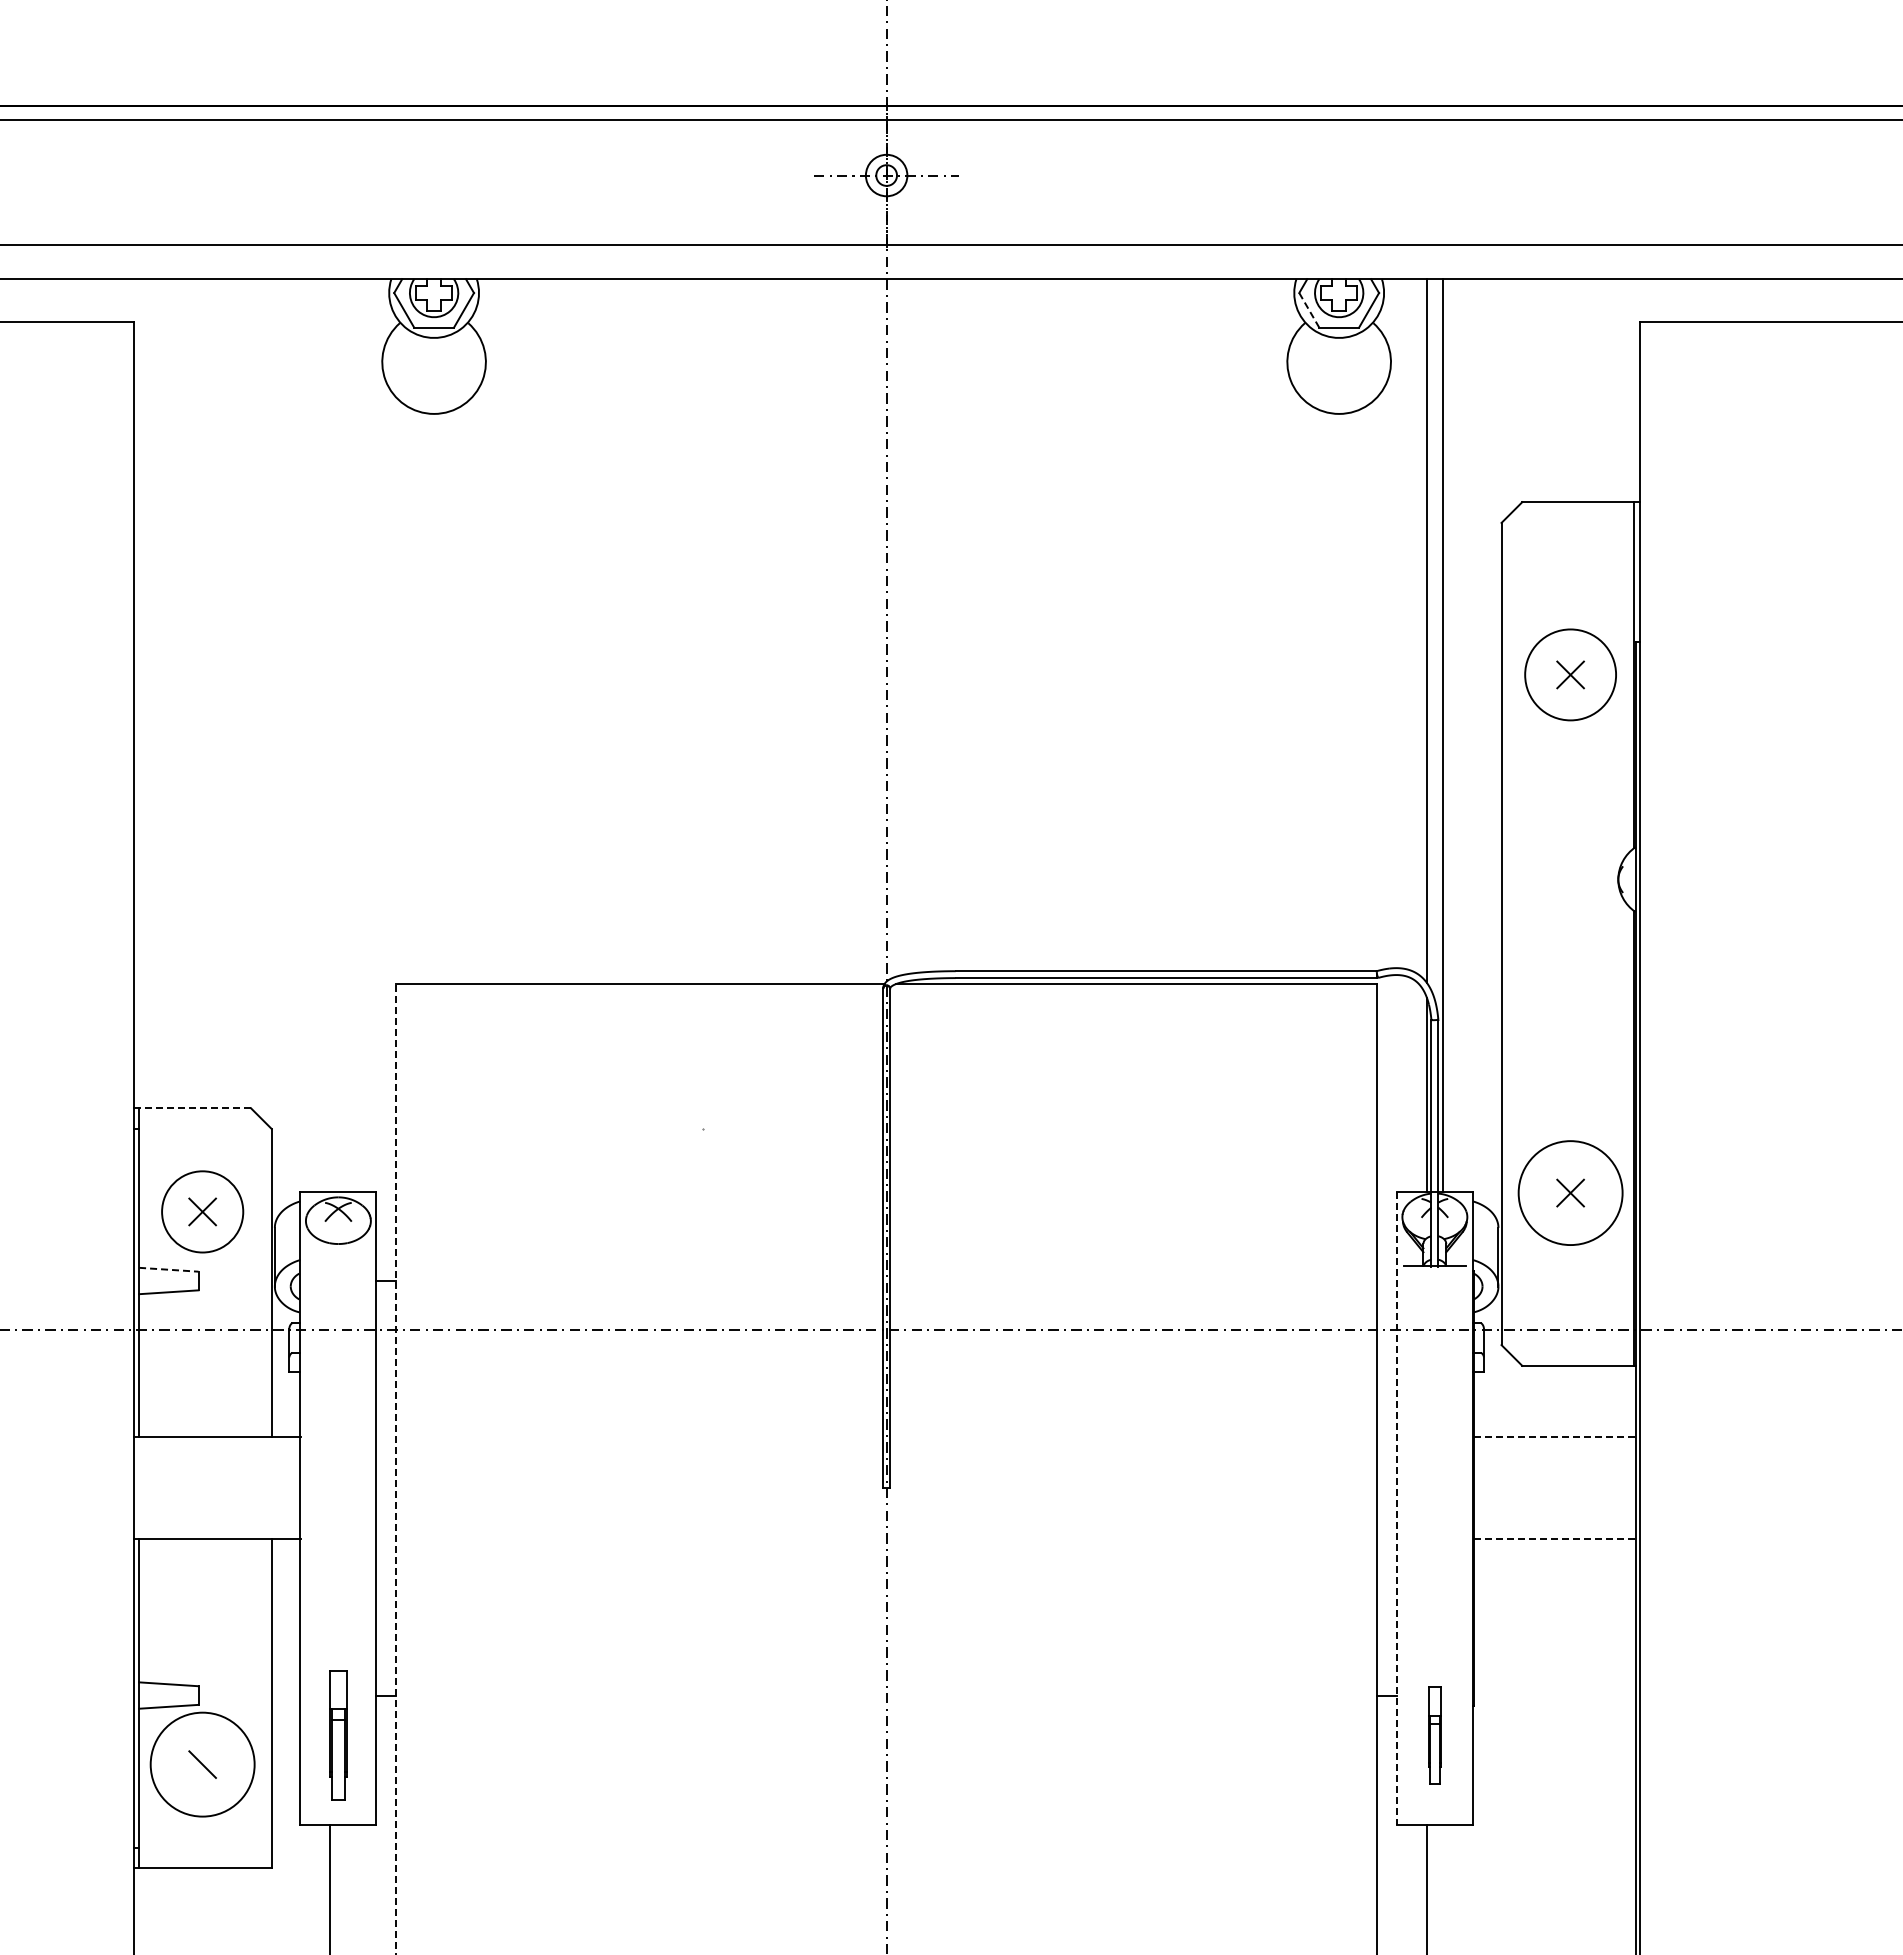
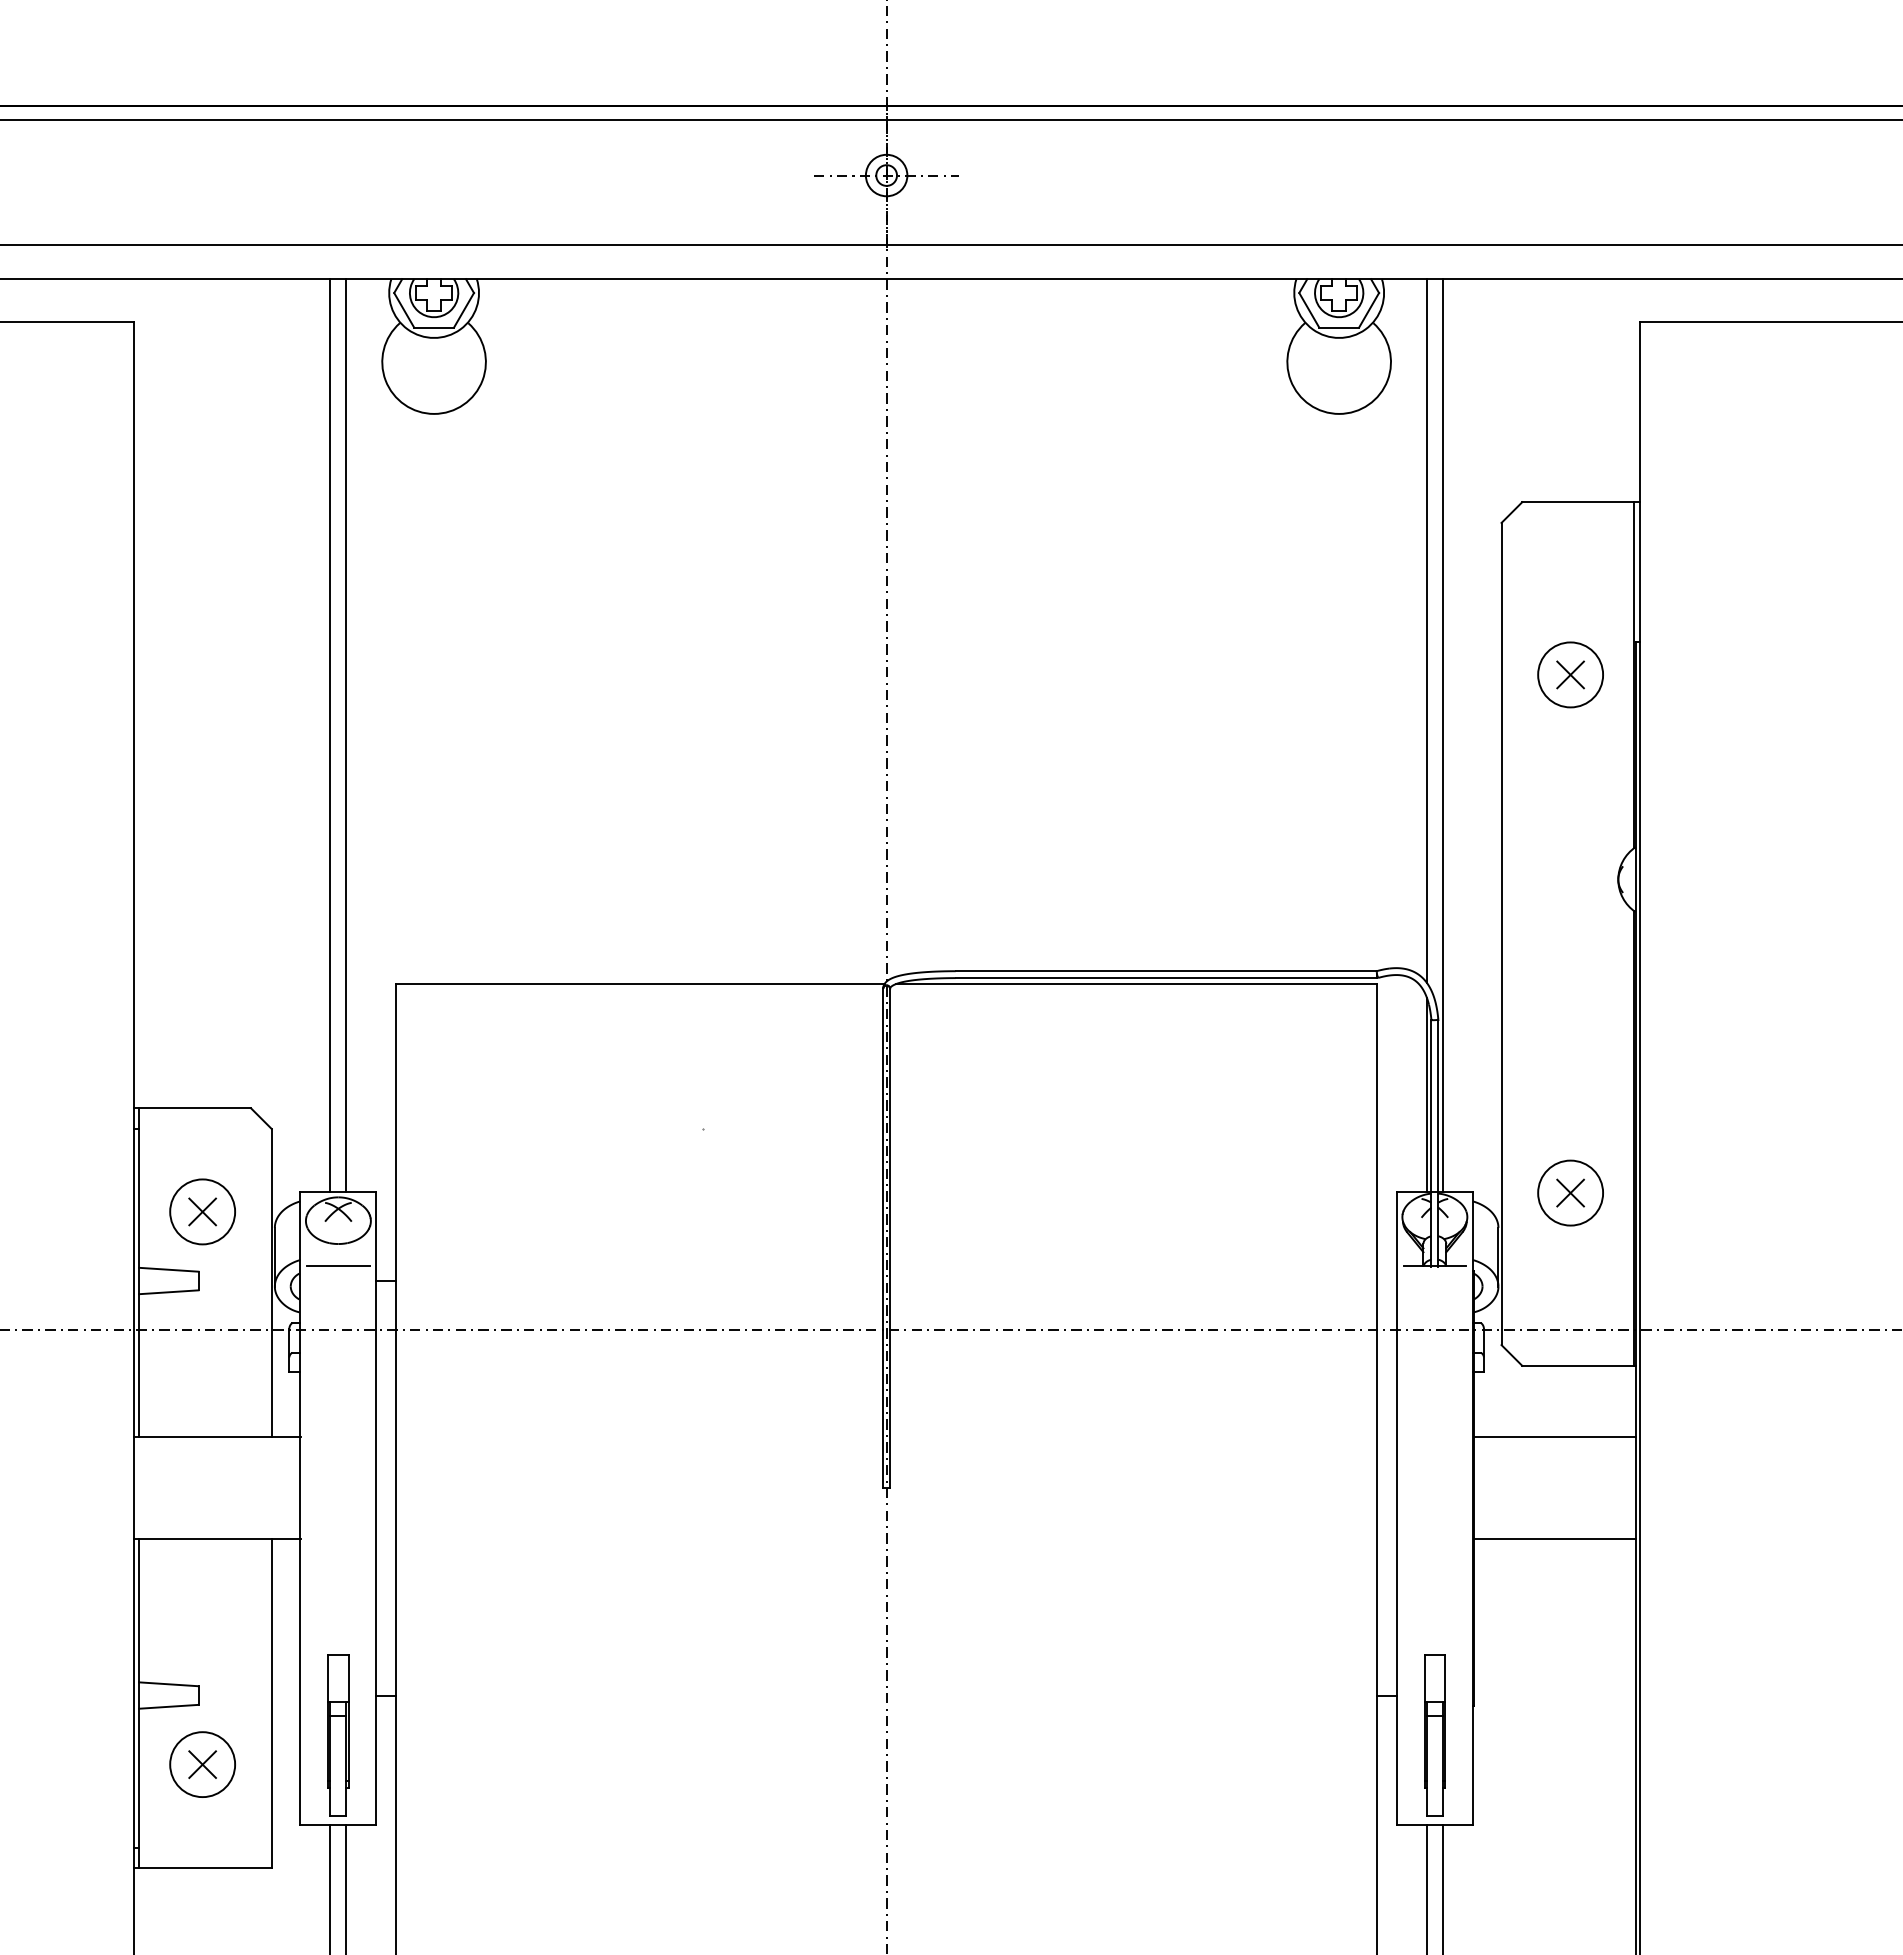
line at (1309, 310): dashed -> solid
circle at (1570, 674) diameter: 91 px -> 65 px
line at (330, 735): none -> present
line at (346, 735): none -> present
line at (195, 1108): dashed -> solid
circle at (1570, 1193) diameter: 104 px -> 65 px
circle at (202, 1211) diameter: 81 px -> 65 px
line at (338, 1266): none -> present
line at (168, 1269): dashed -> solid
line at (1554, 1437): dashed -> solid
line at (396, 1468): dashed -> solid
line at (1396, 1508): dashed -> solid
line at (1554, 1539): dashed -> solid
part at (338, 1735) size: 19x131 px -> 23x163 px
part at (1434, 1735) size: 14x99 px -> 22x163 px
circle at (202, 1764) diameter: 104 px -> 65 px
line at (202, 1764): none -> present
line at (346, 1887): none -> present
line at (1442, 1887): none -> present
